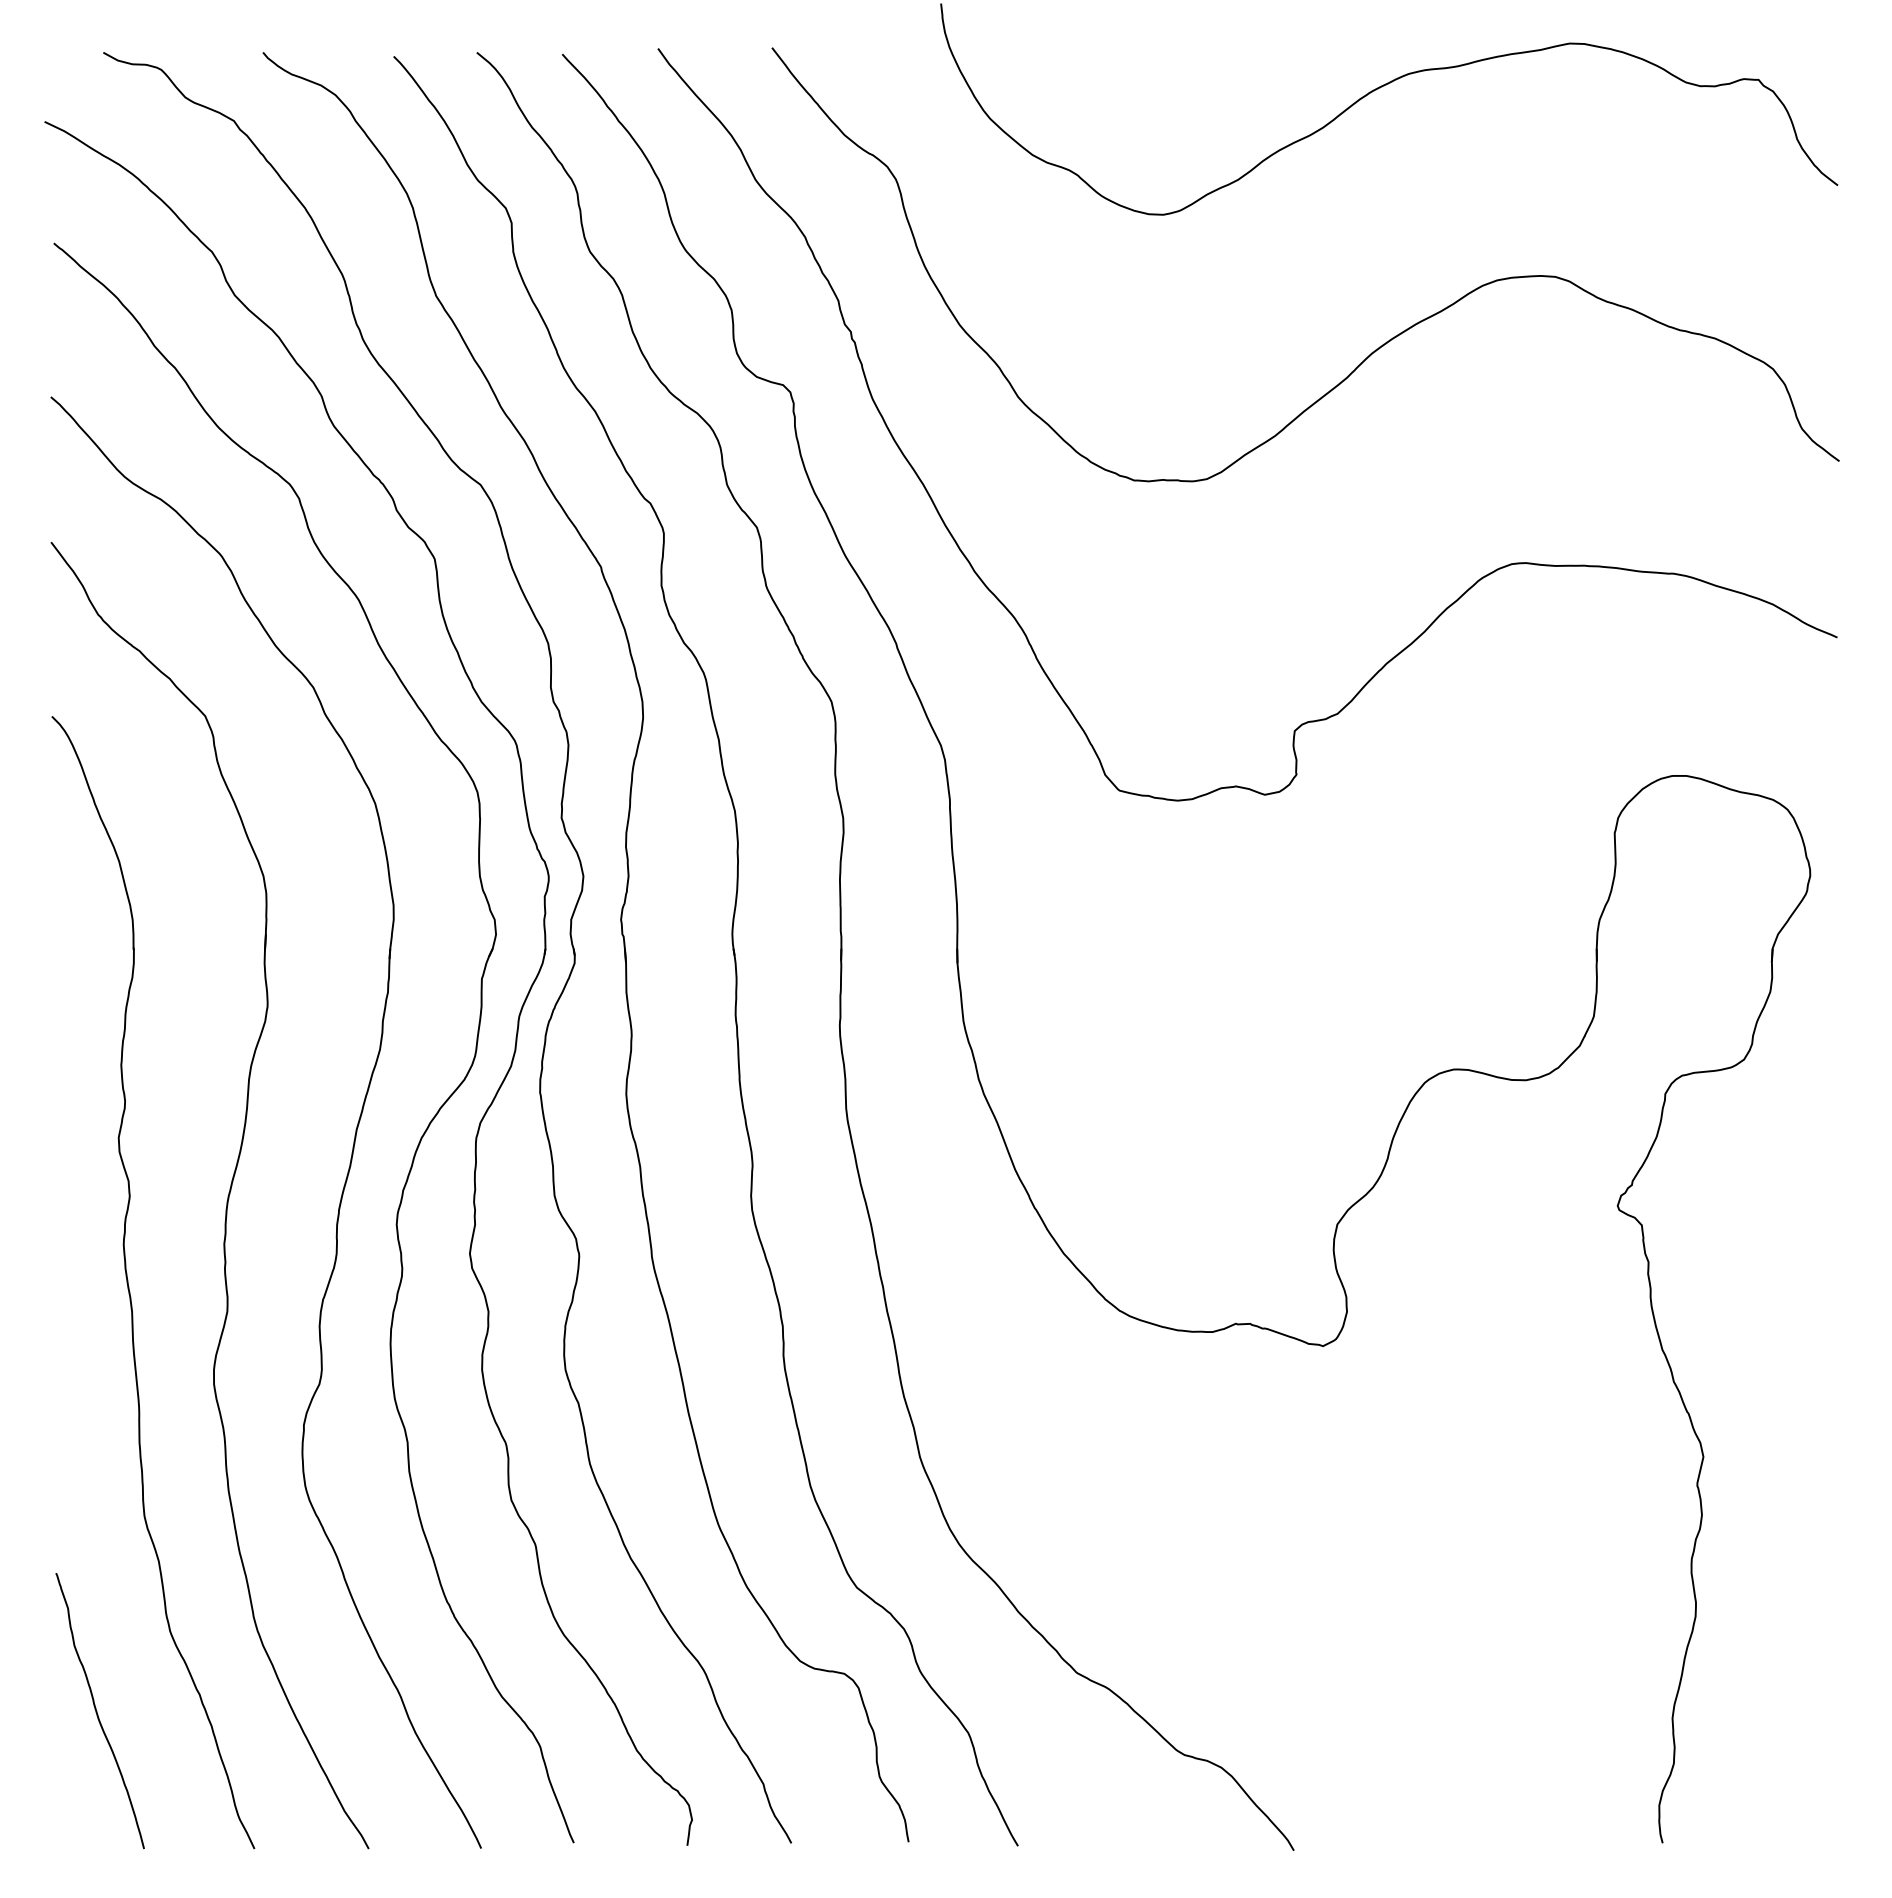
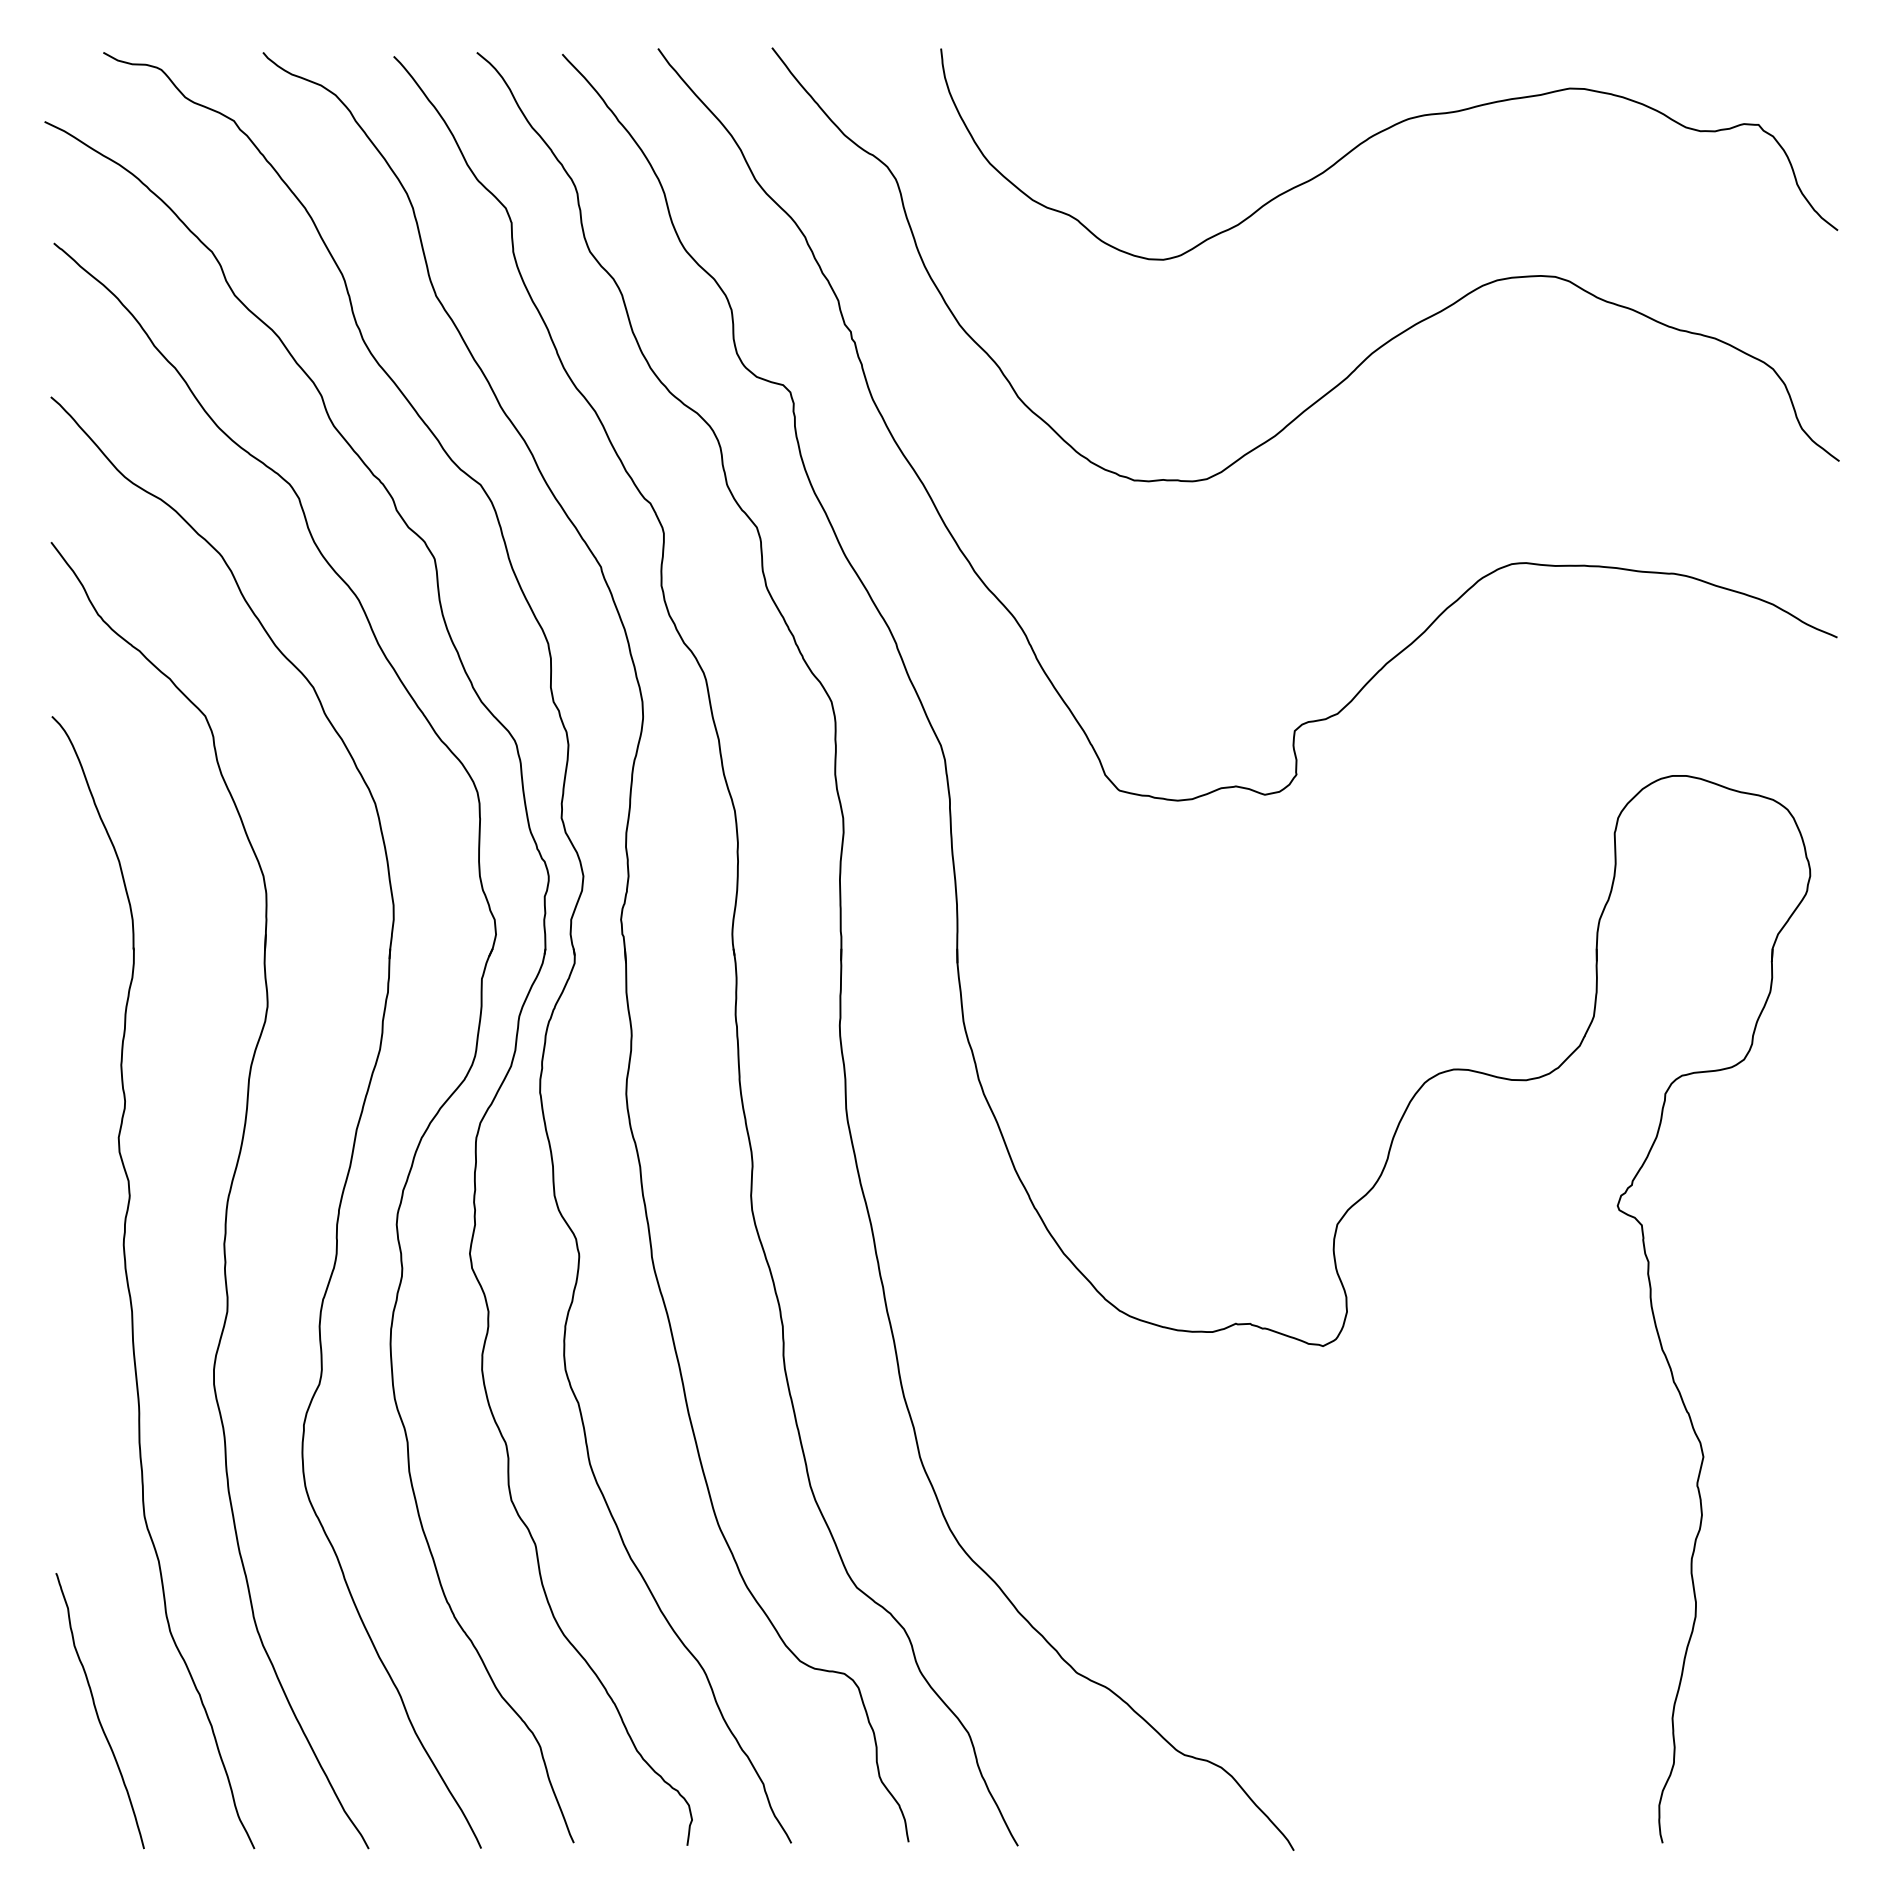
curve at (1378, 89) position: (1378, 89) -> (1378, 134)
